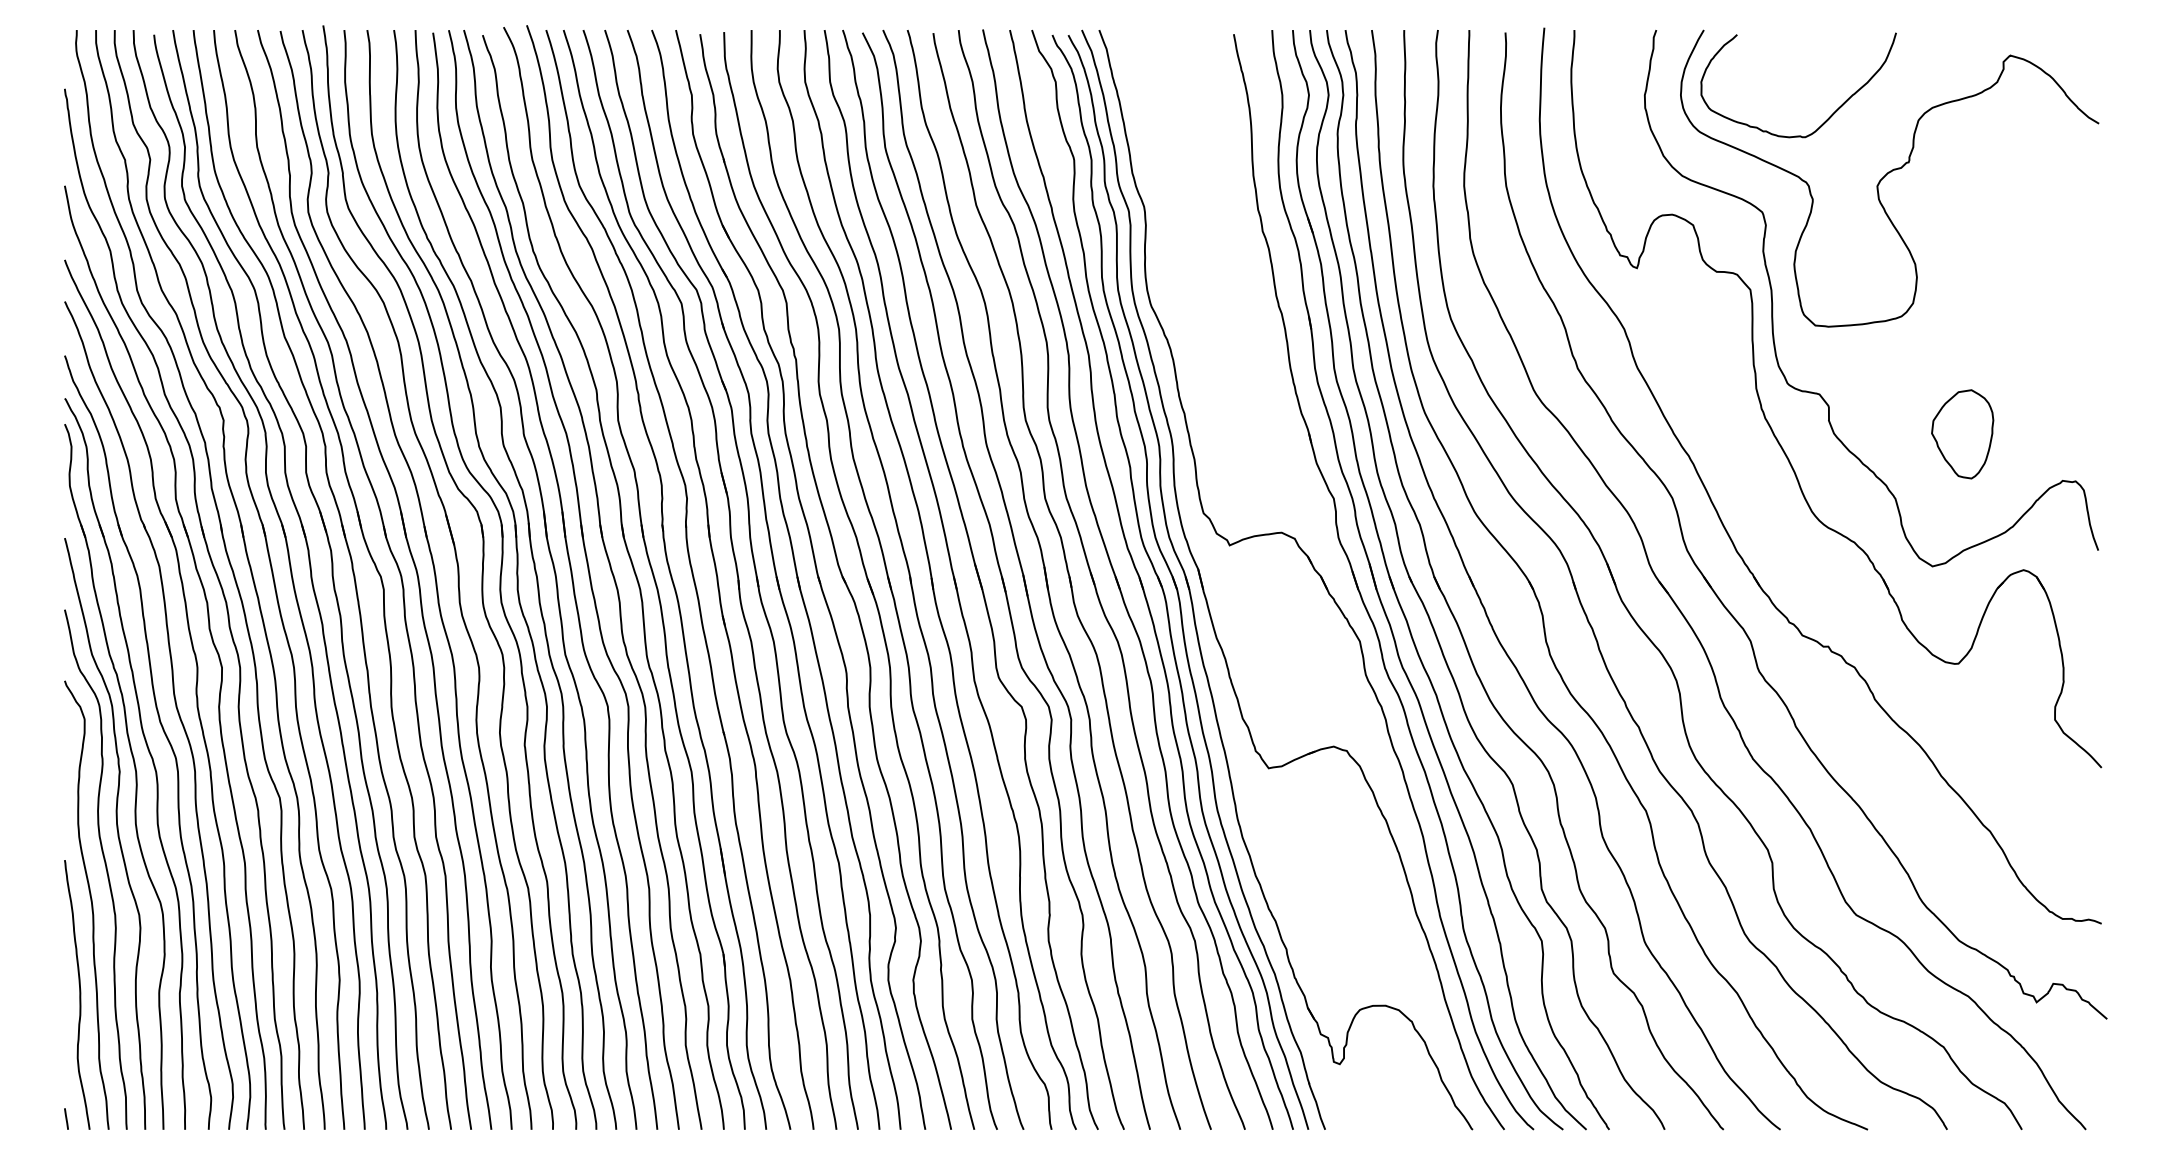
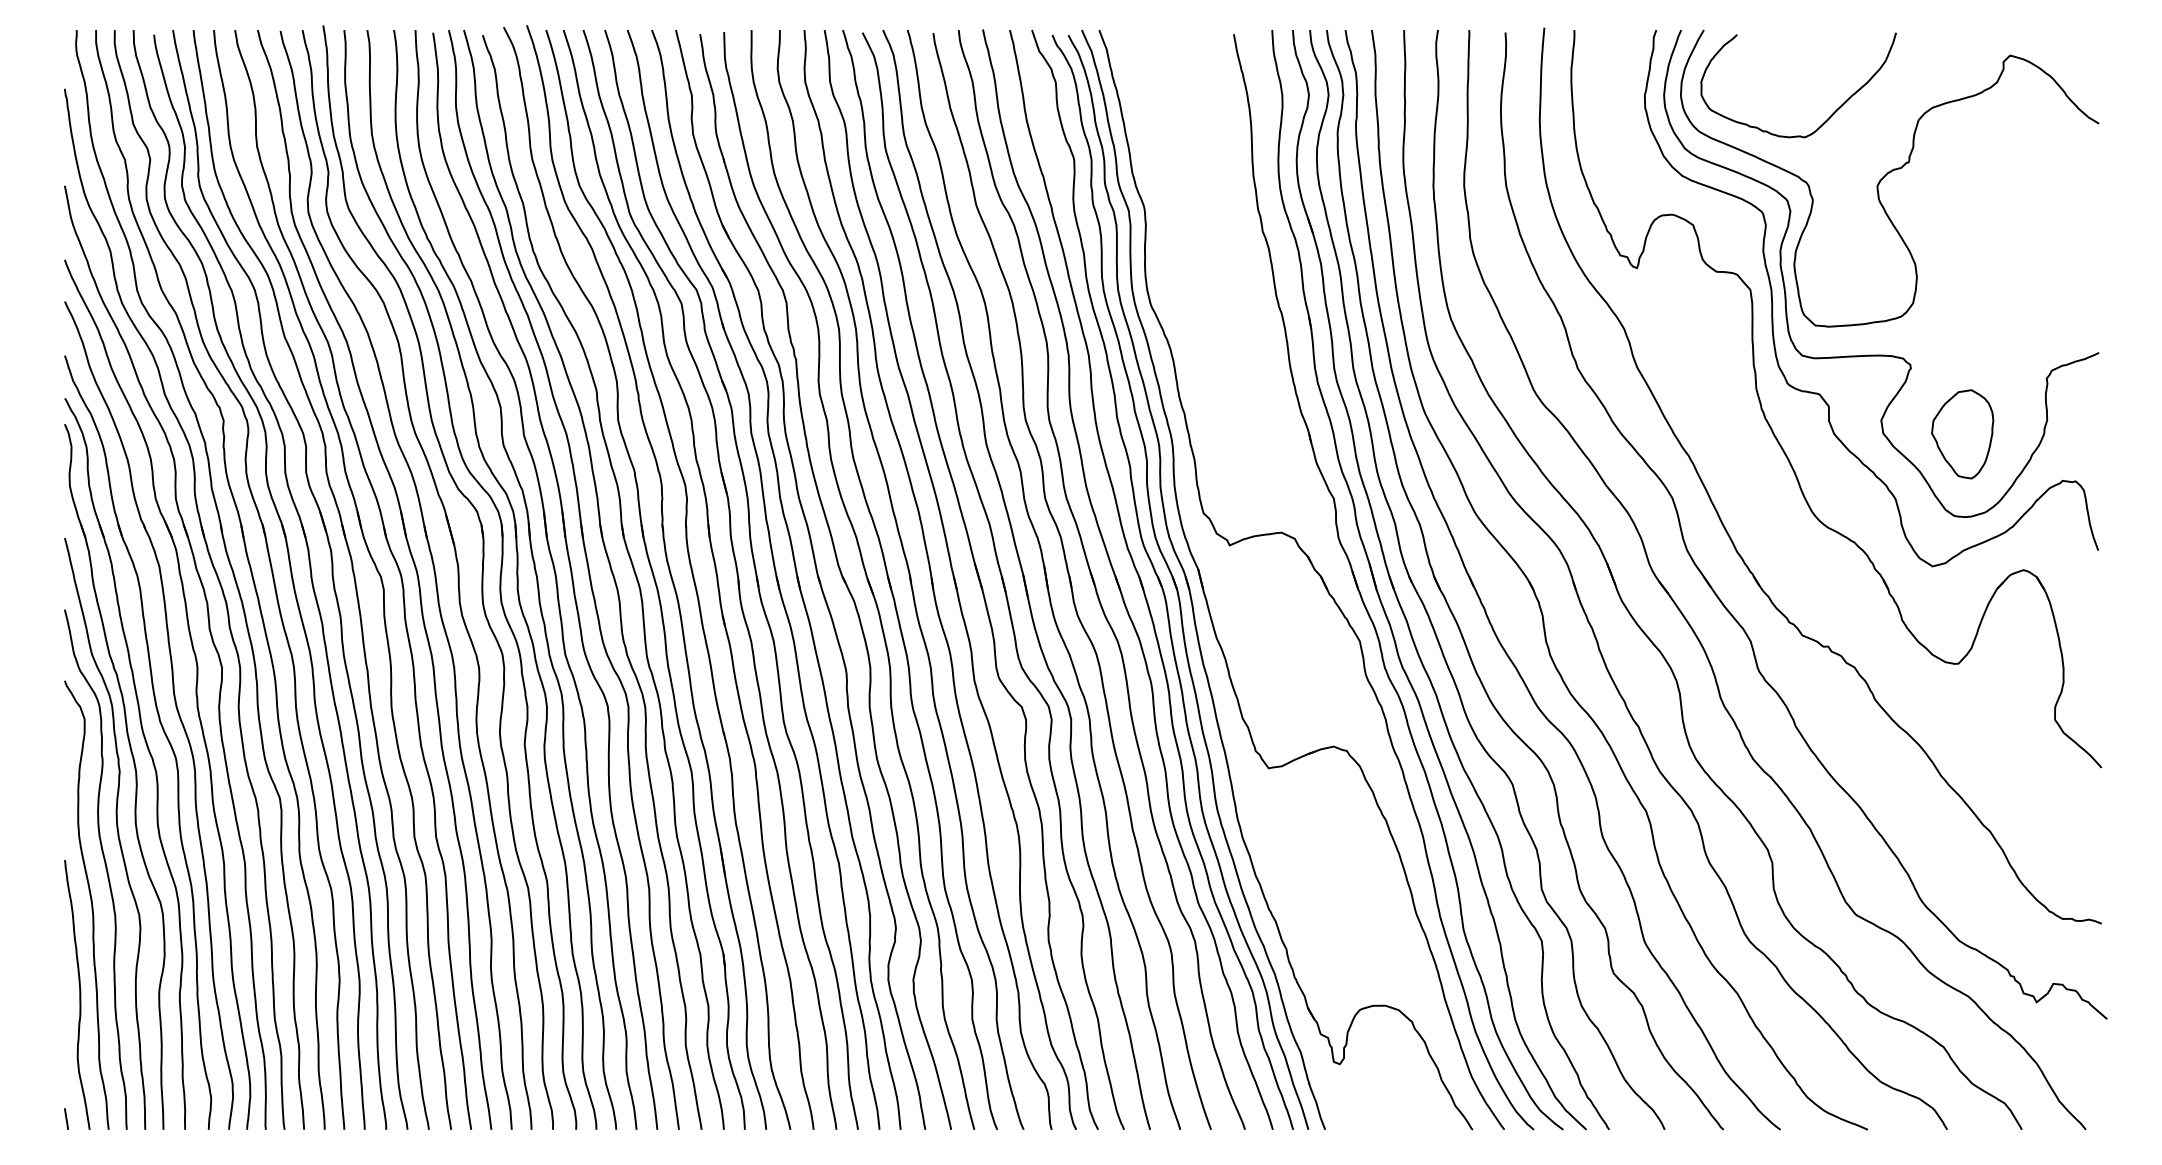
curve at (1881, 354): none -> present
